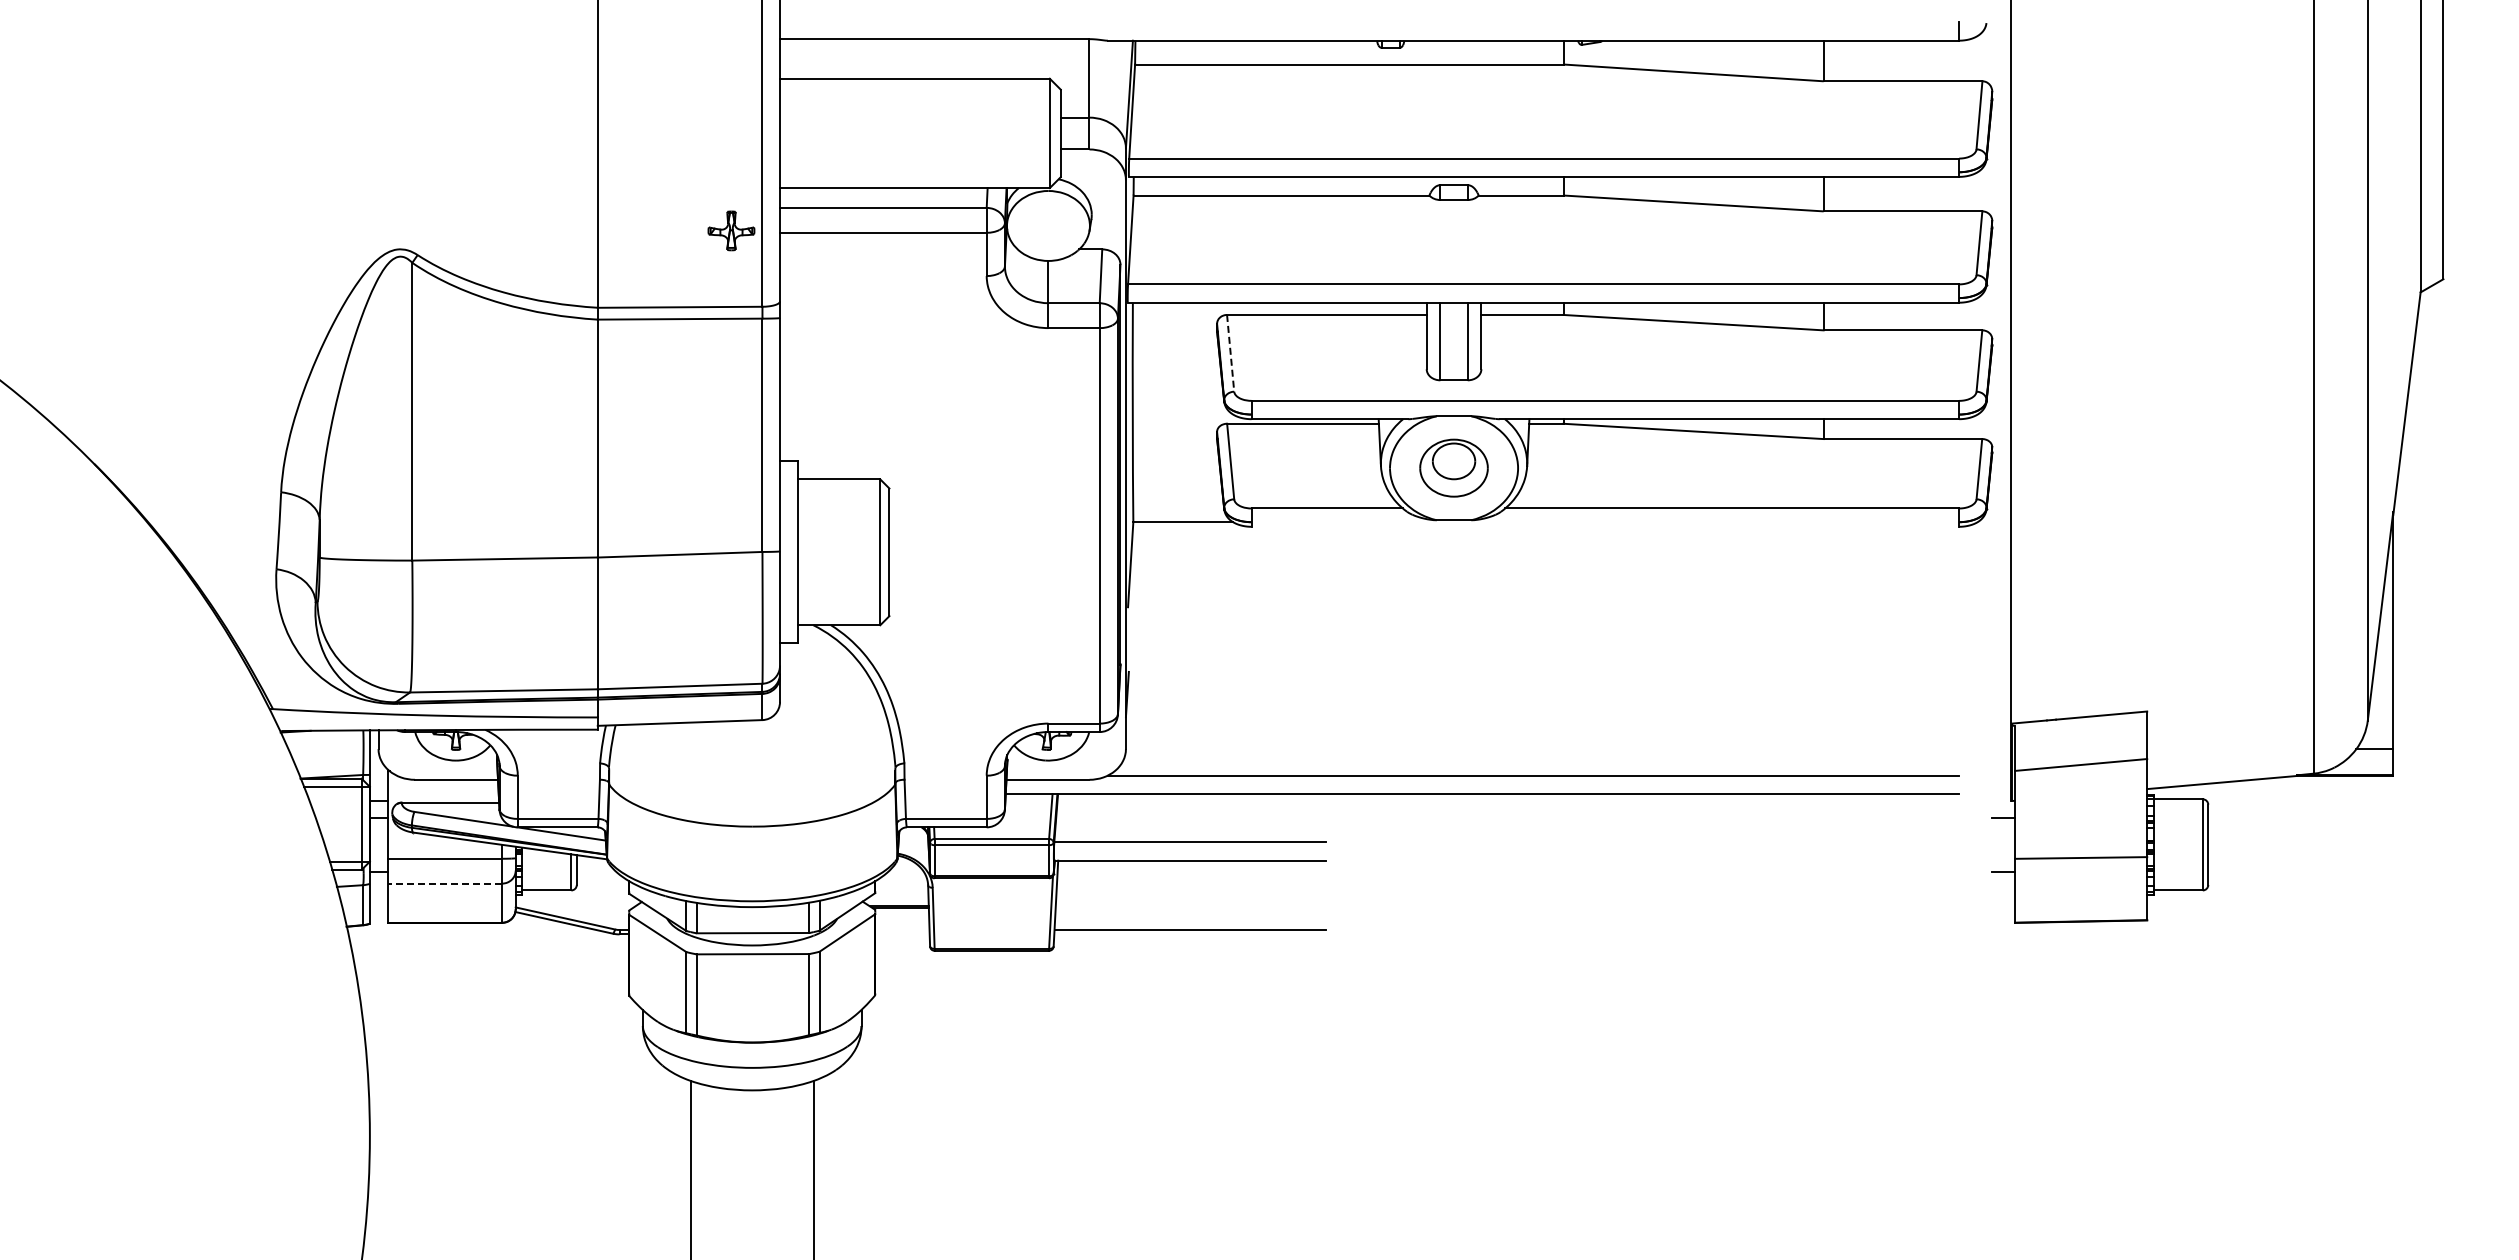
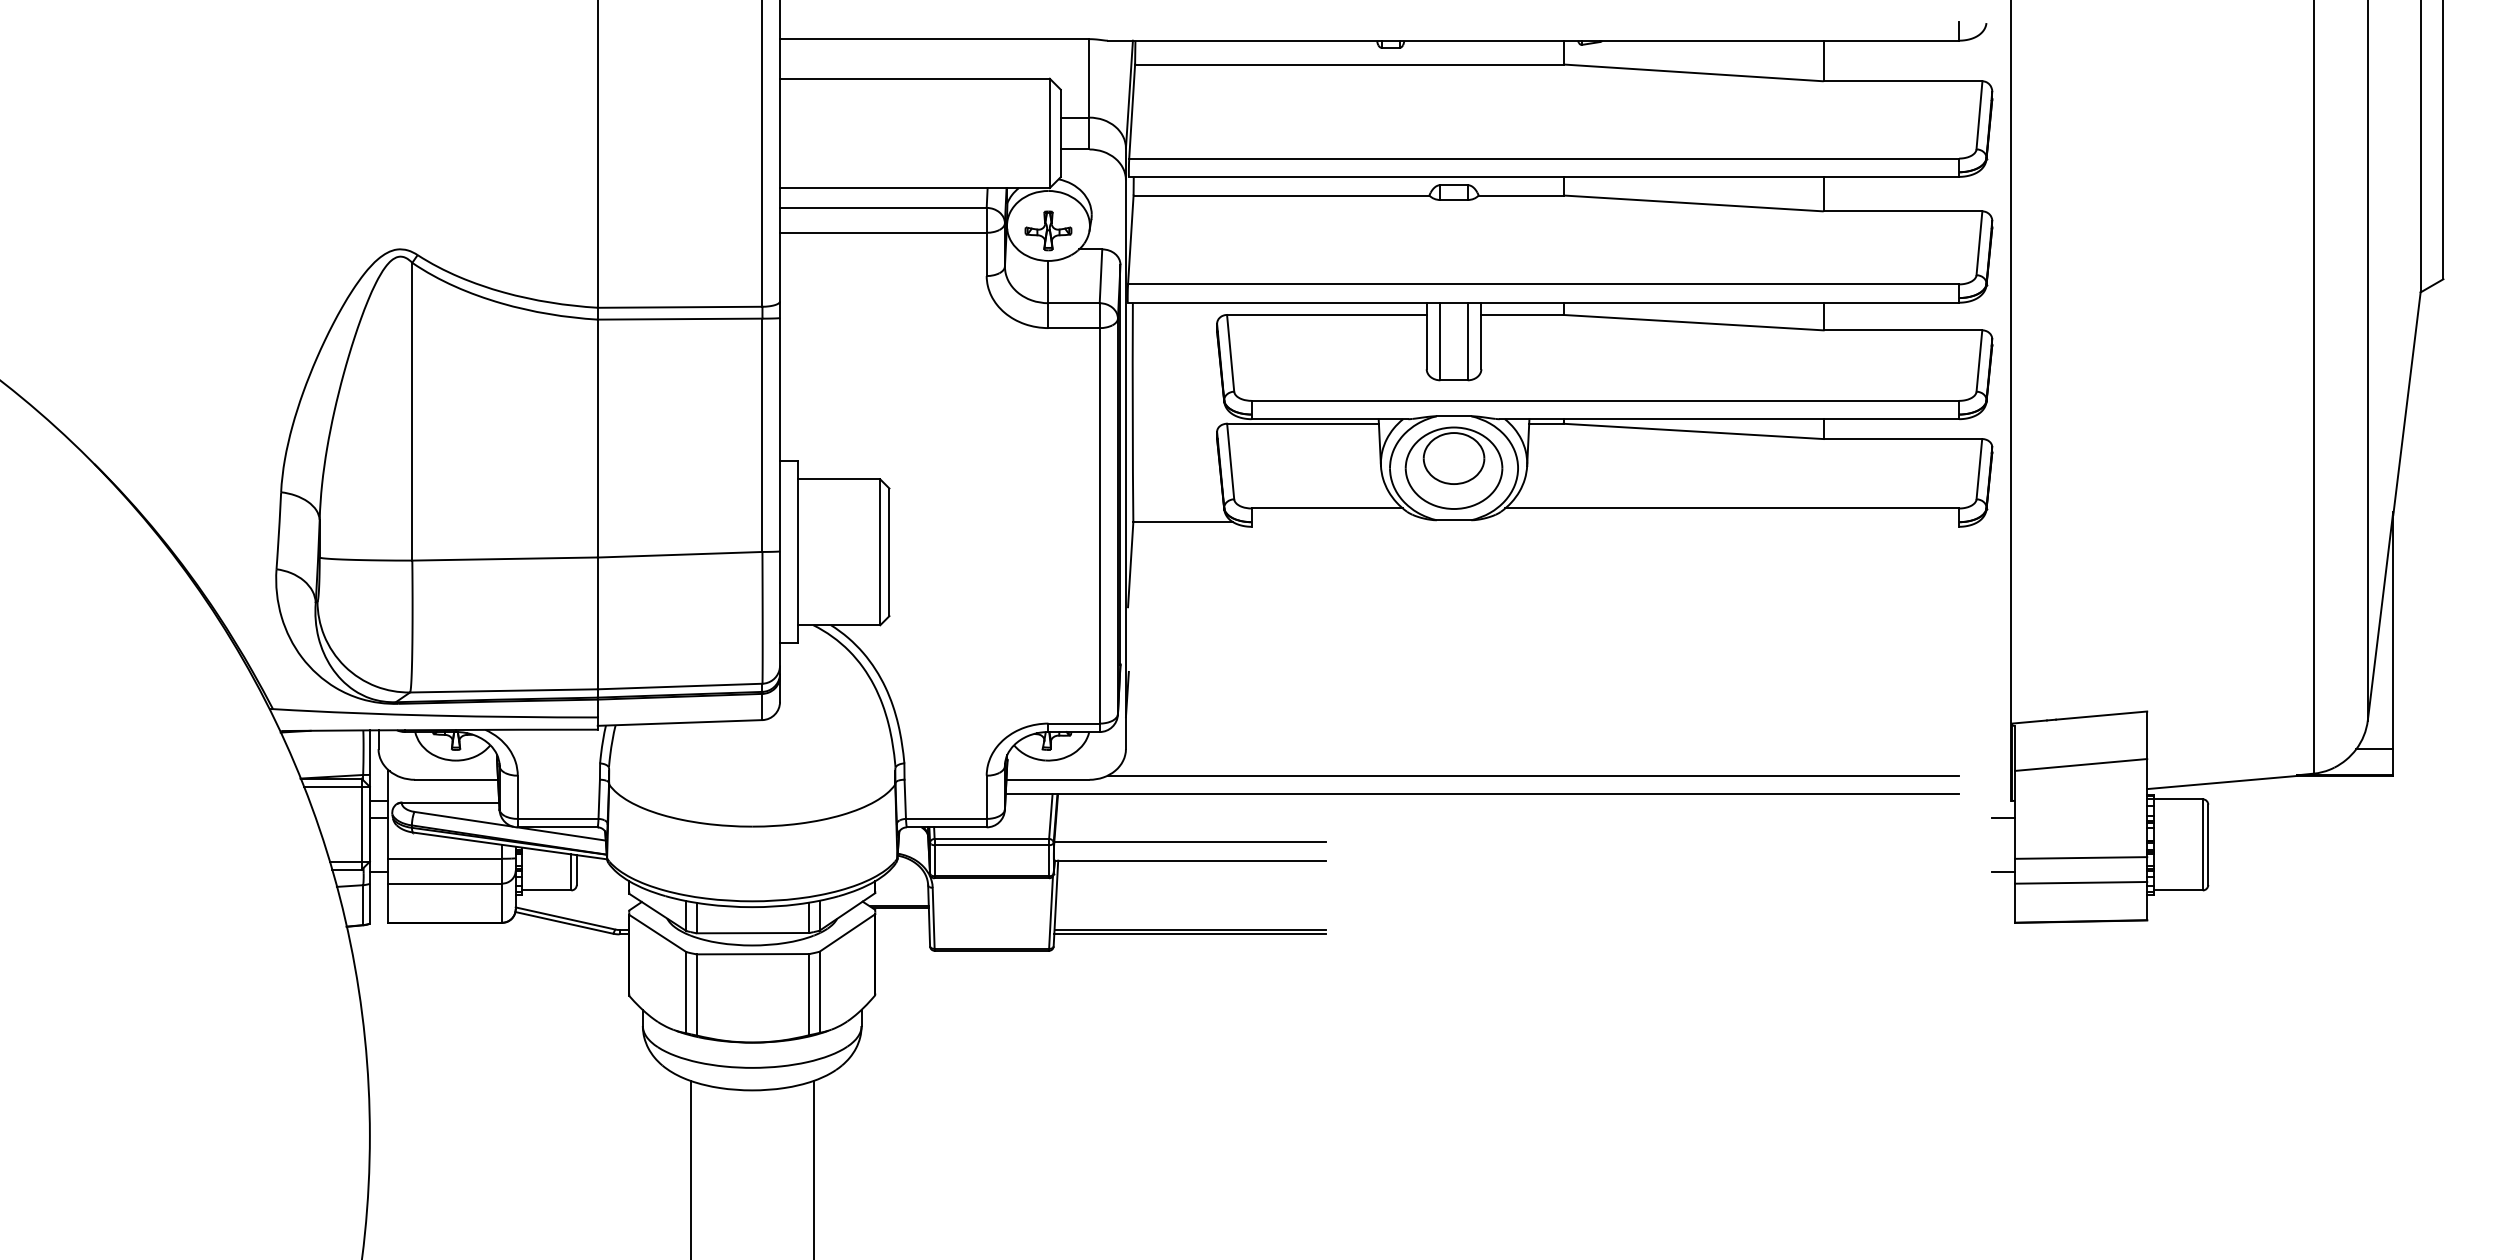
part at (731, 230) position: (731, 230) -> (1048, 230)
line at (1230, 353): dashed -> solid
part at (1453, 467) size: 70x60 px -> 100x84 px
line at (2081, 882): none -> present
line at (445, 883): dashed -> solid
line at (1190, 934): none -> present
